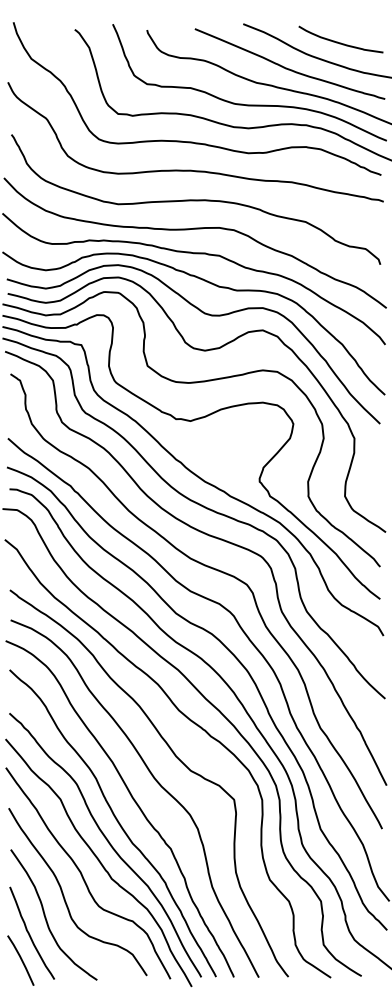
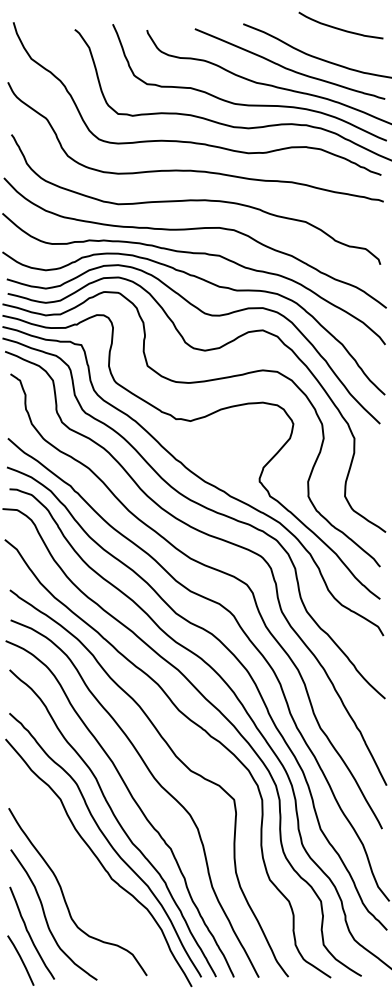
curve at (340, 42) position: (340, 42) -> (340, 28)
curve at (83, 876): present -> none
